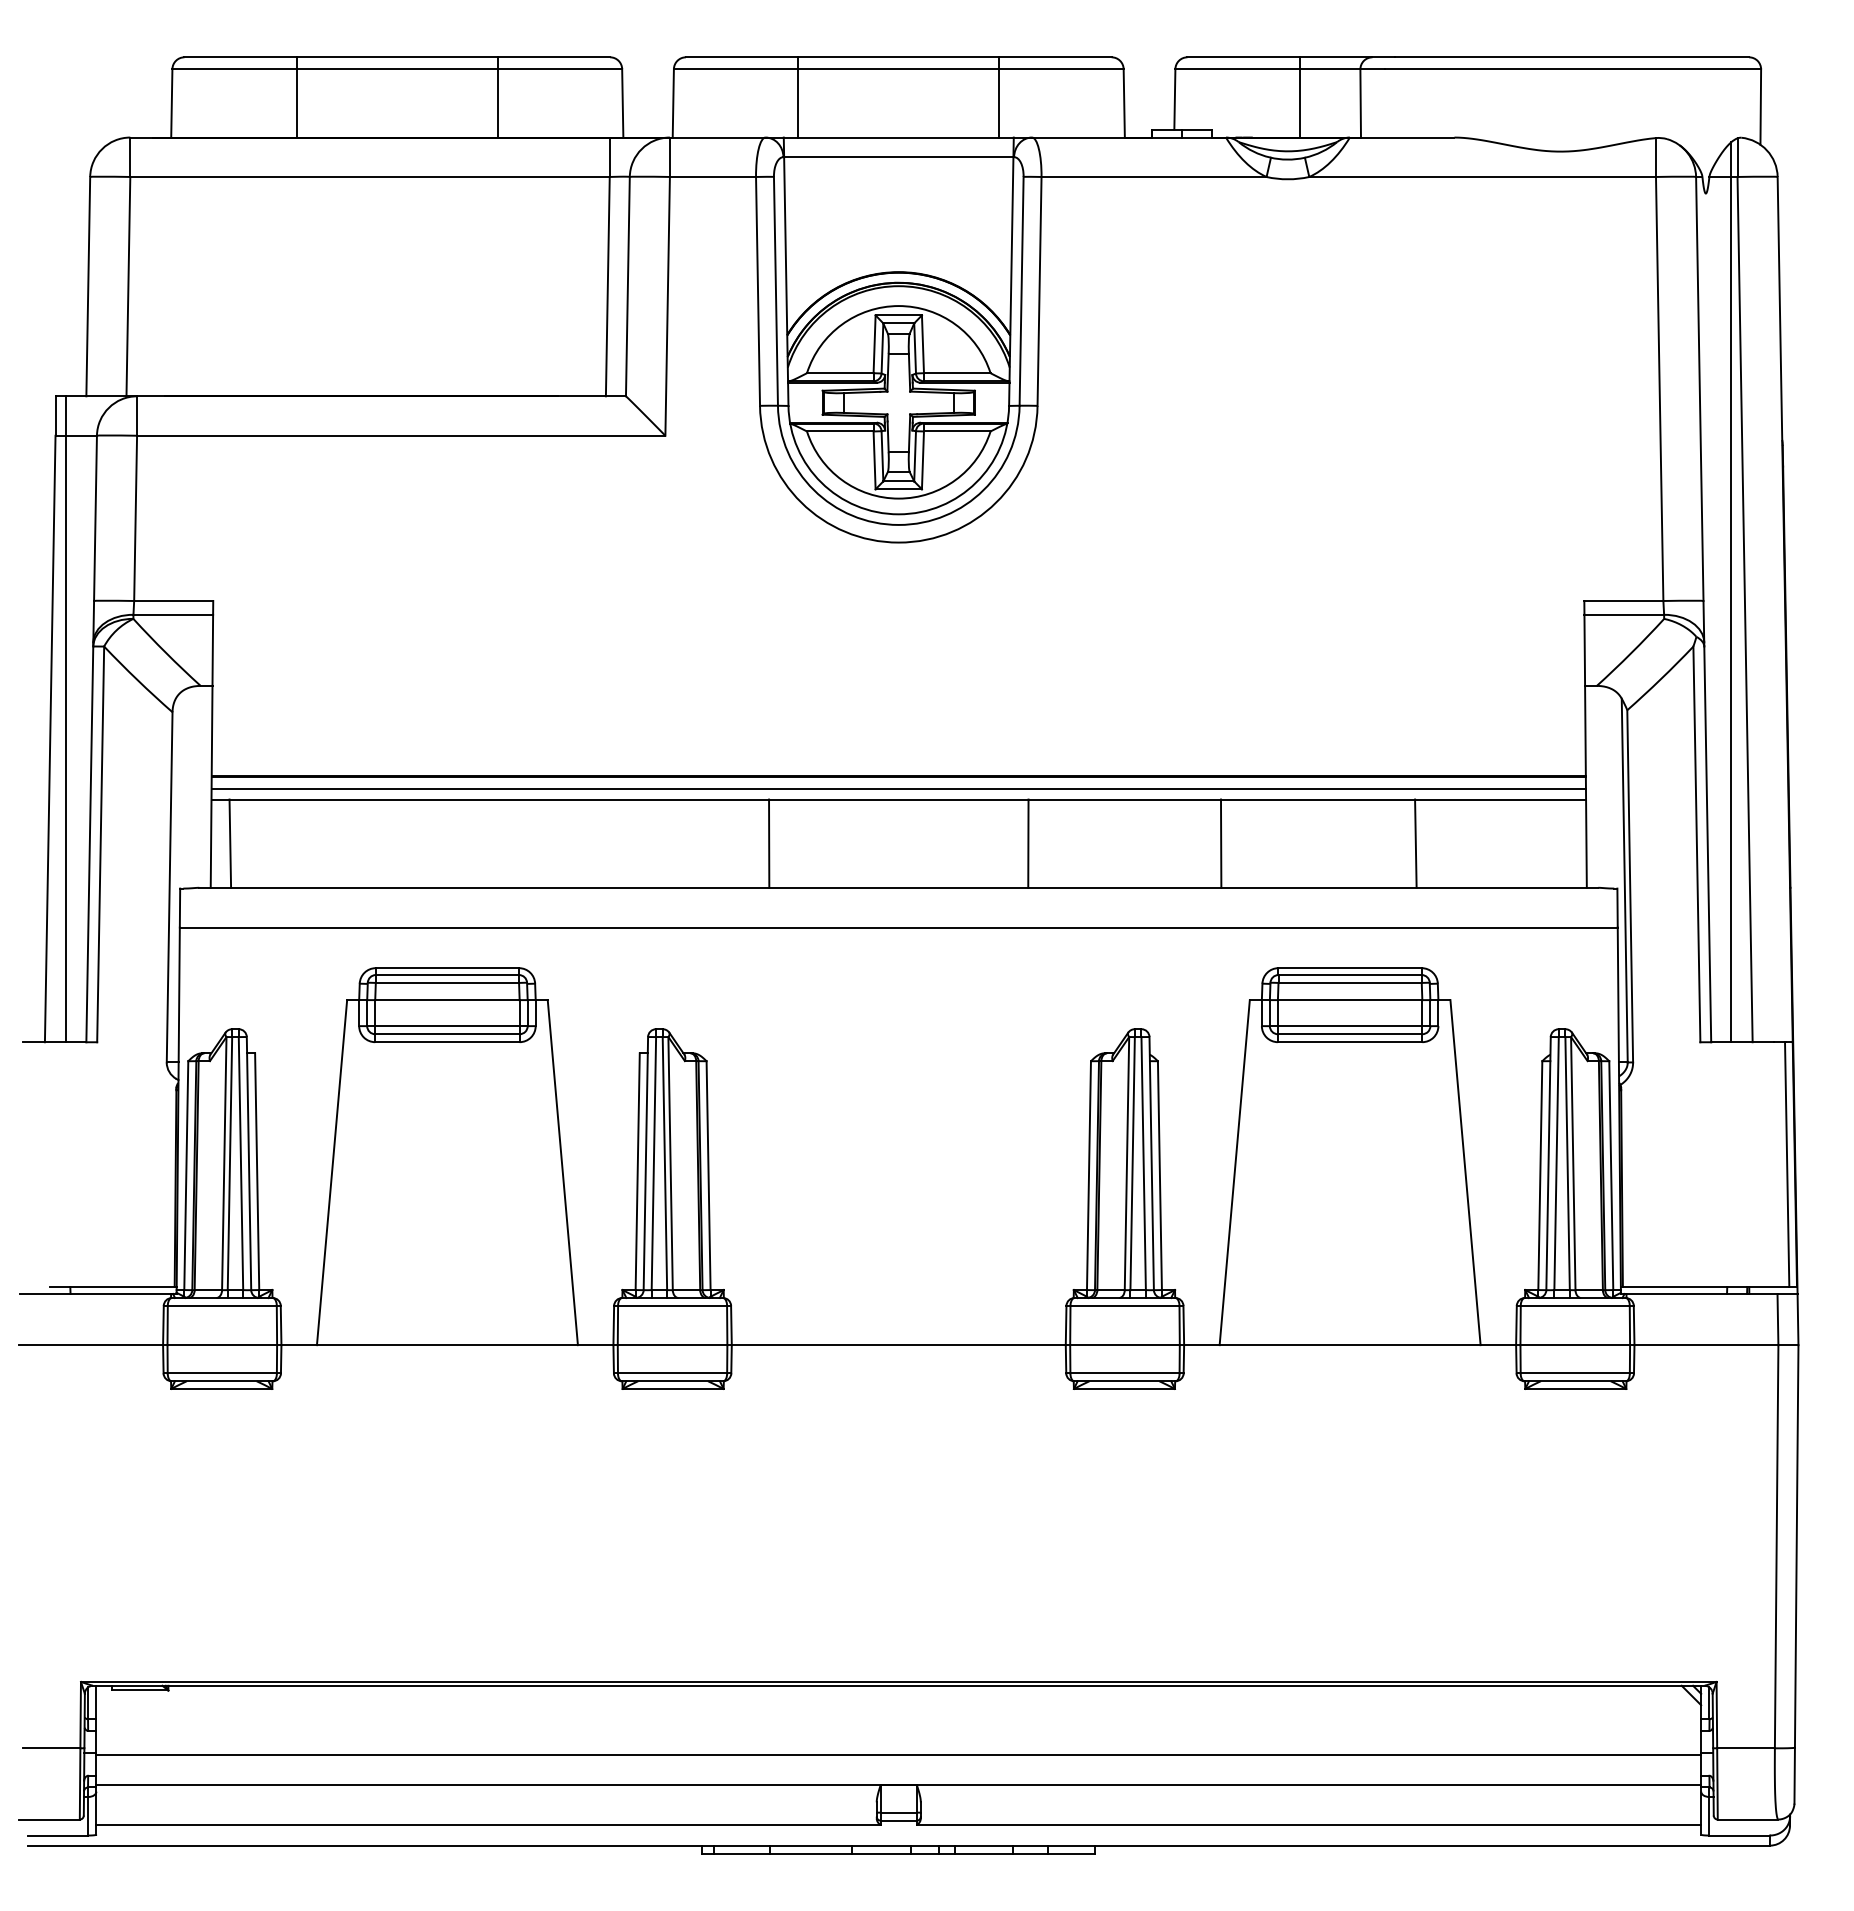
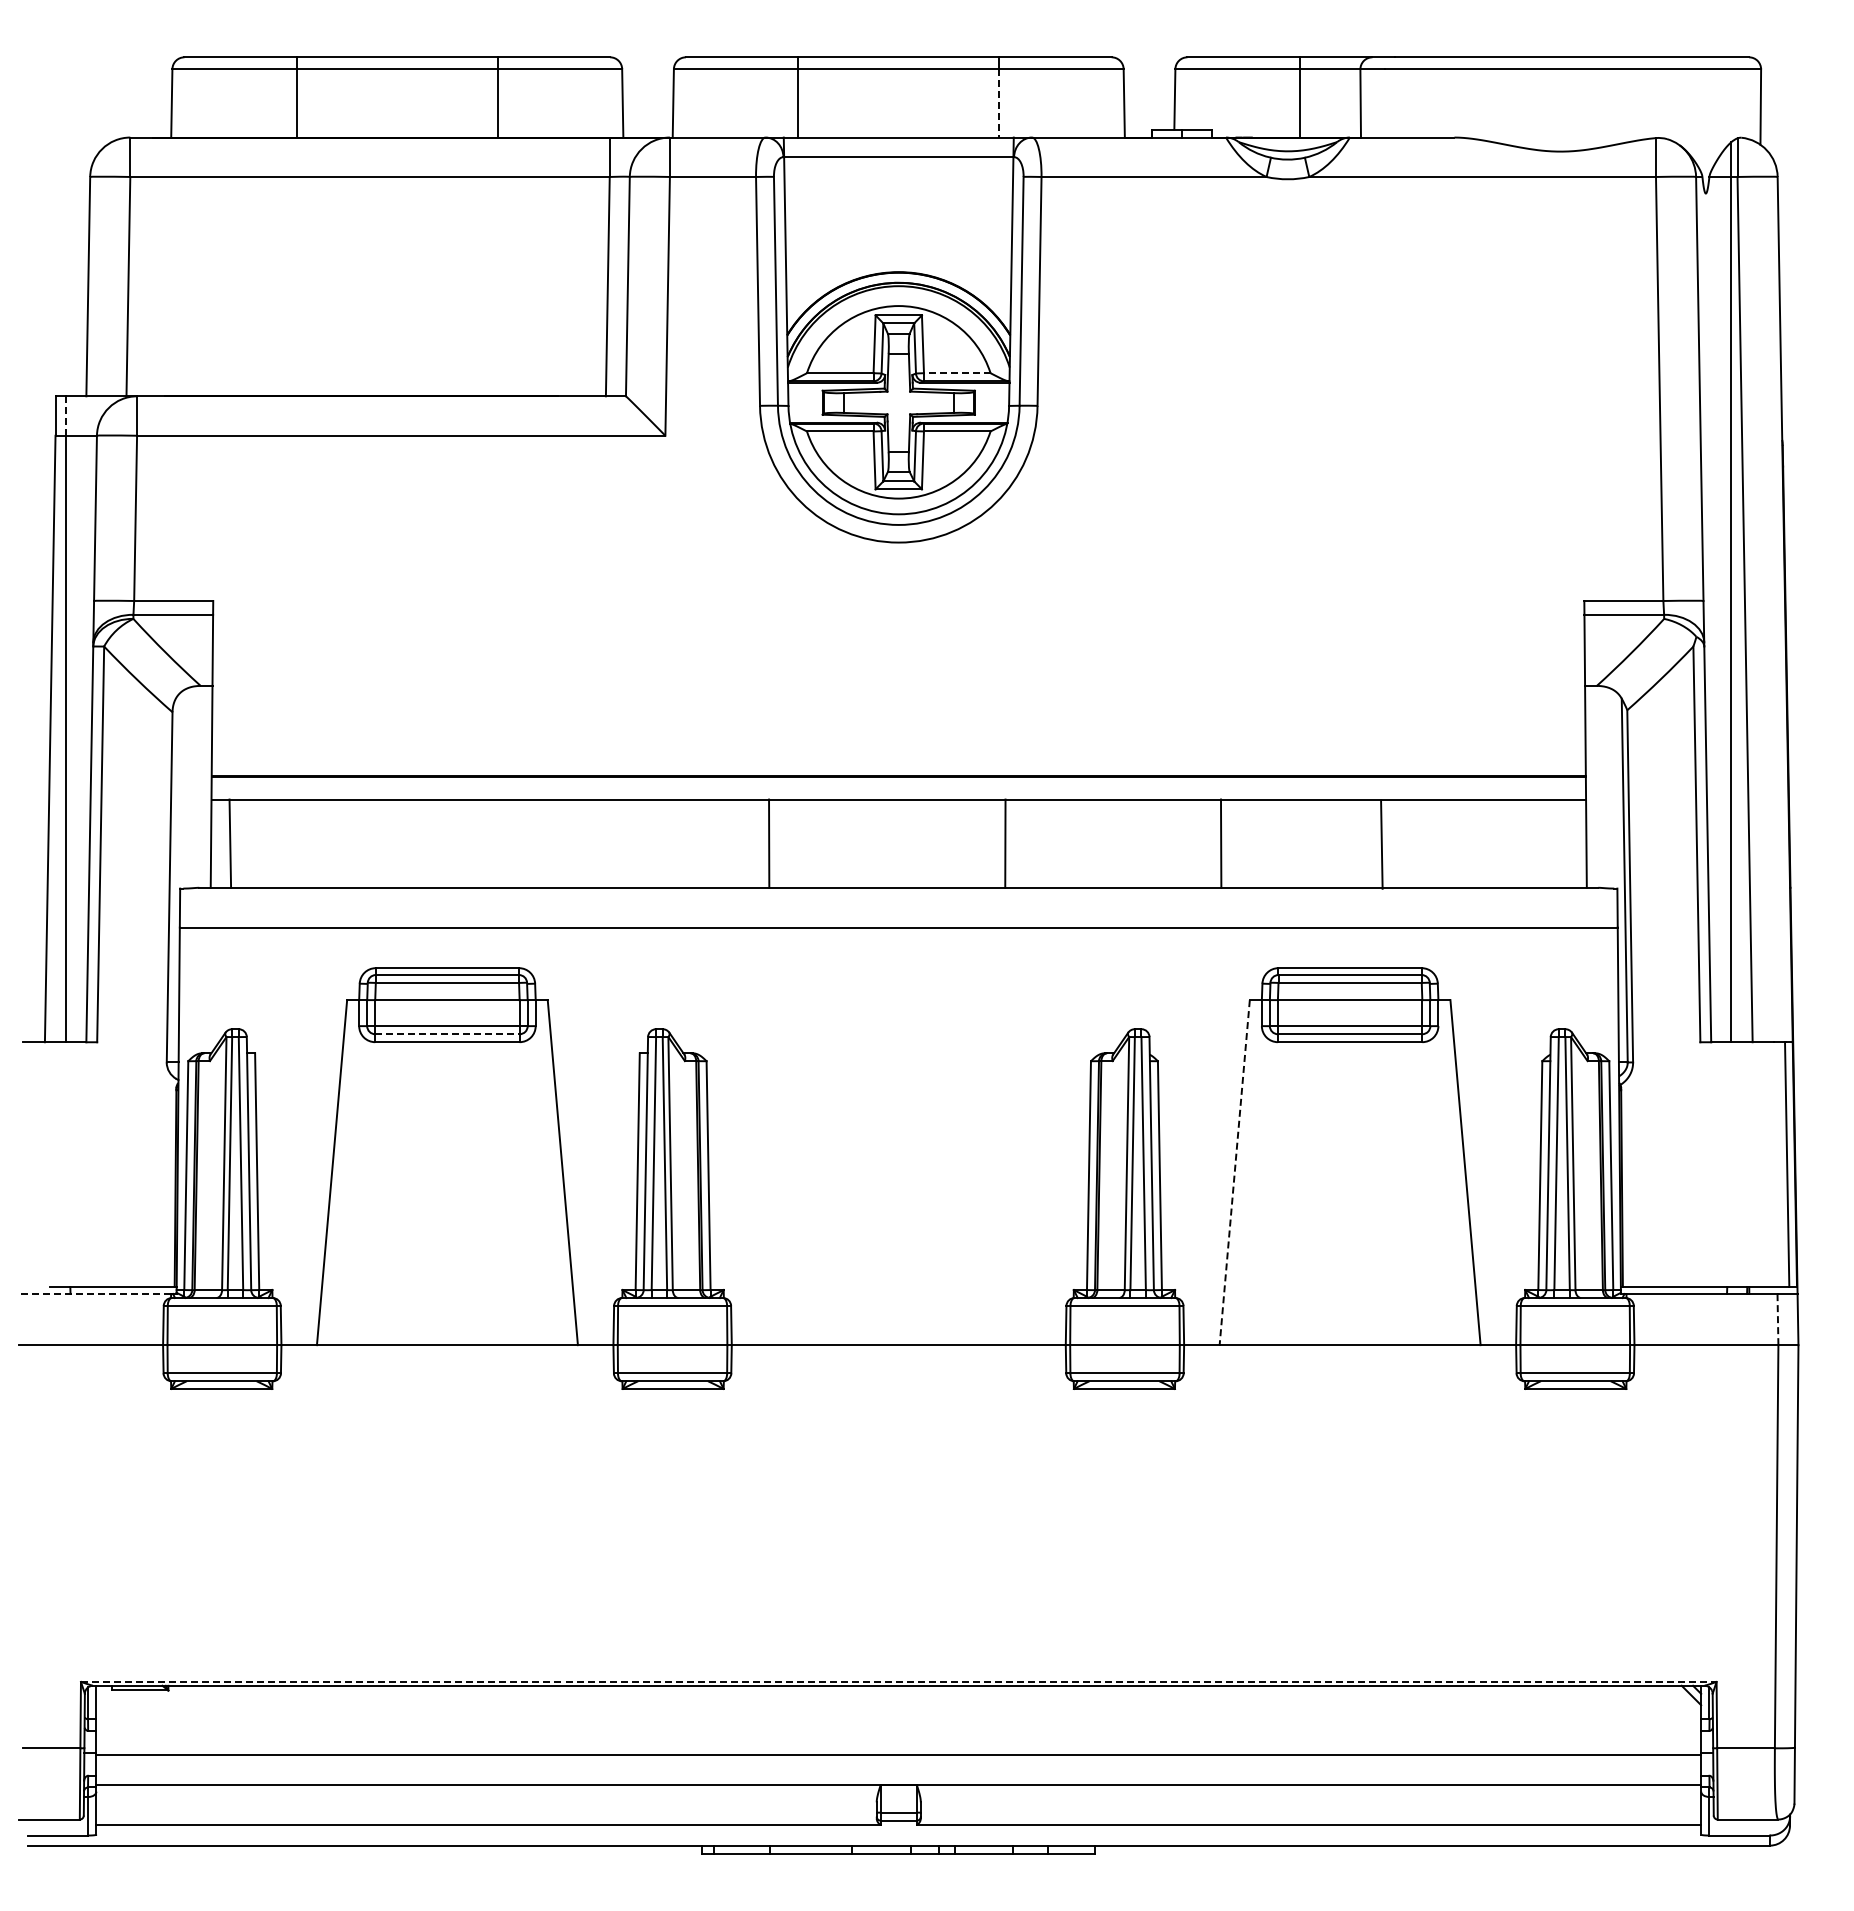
line at (999, 103): solid -> dashed
line at (956, 373): solid -> dashed
line at (66, 416): solid -> dashed
line at (898, 788): present -> none
line at (1028, 843) position: (1028, 843) -> (1005, 843)
line at (1415, 843) position: (1415, 843) -> (1381, 844)
line at (447, 1034): solid -> dashed
line at (1234, 1173): solid -> dashed
line at (95, 1294): solid -> dashed
line at (1777, 1319): solid -> dashed
line at (898, 1681): solid -> dashed
